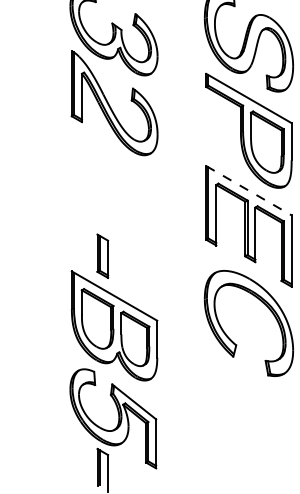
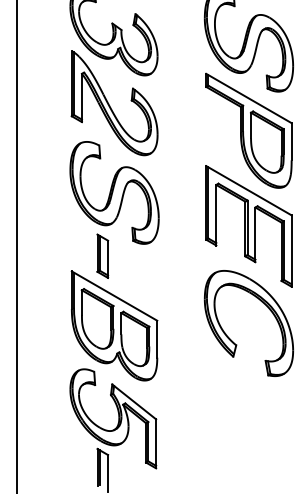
line at (249, 190): dashed -> solid
part at (114, 192): none -> present
line at (17, 246): none -> present
